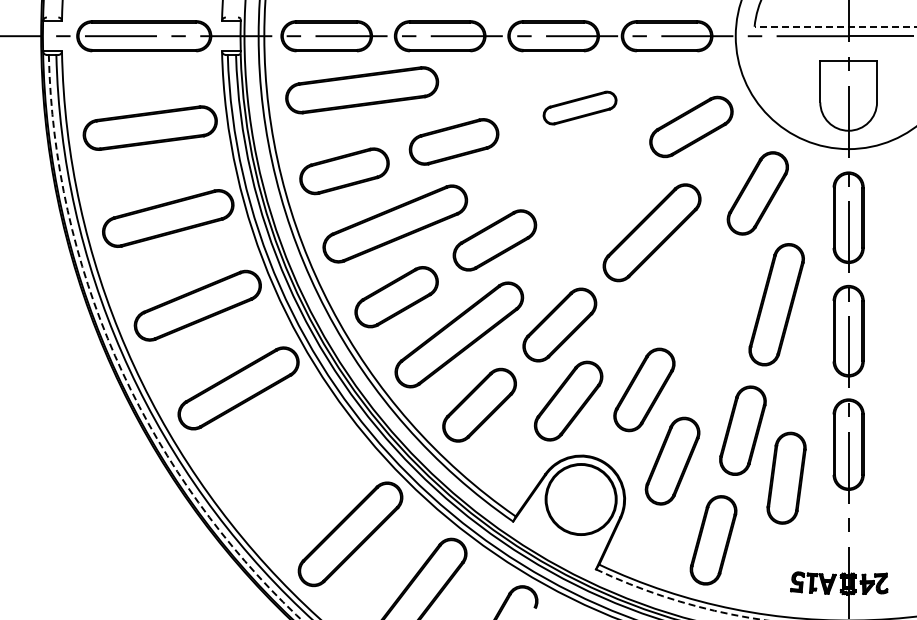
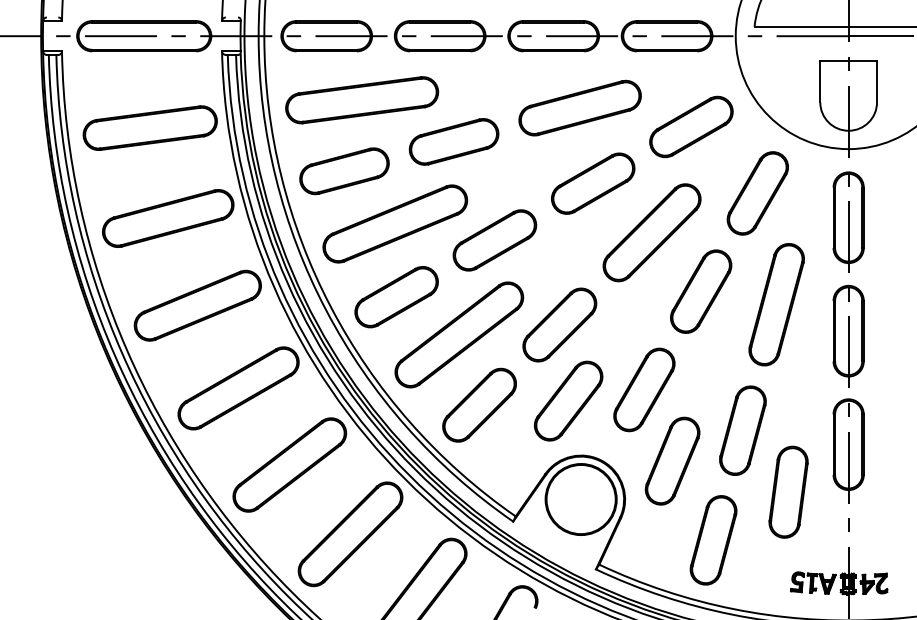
line at (835, 26): dashed -> solid
part at (362, 90) position: (362, 90) -> (362, 100)
part at (579, 107) size: 76x36 px -> 124x58 px
part at (593, 183): none -> present
part at (701, 291): none -> present
arc at (117, 362): dashed -> solid
part at (289, 464): none -> present
part at (786, 477) position: (786, 477) -> (788, 491)
arc at (677, 600): dashed -> solid
